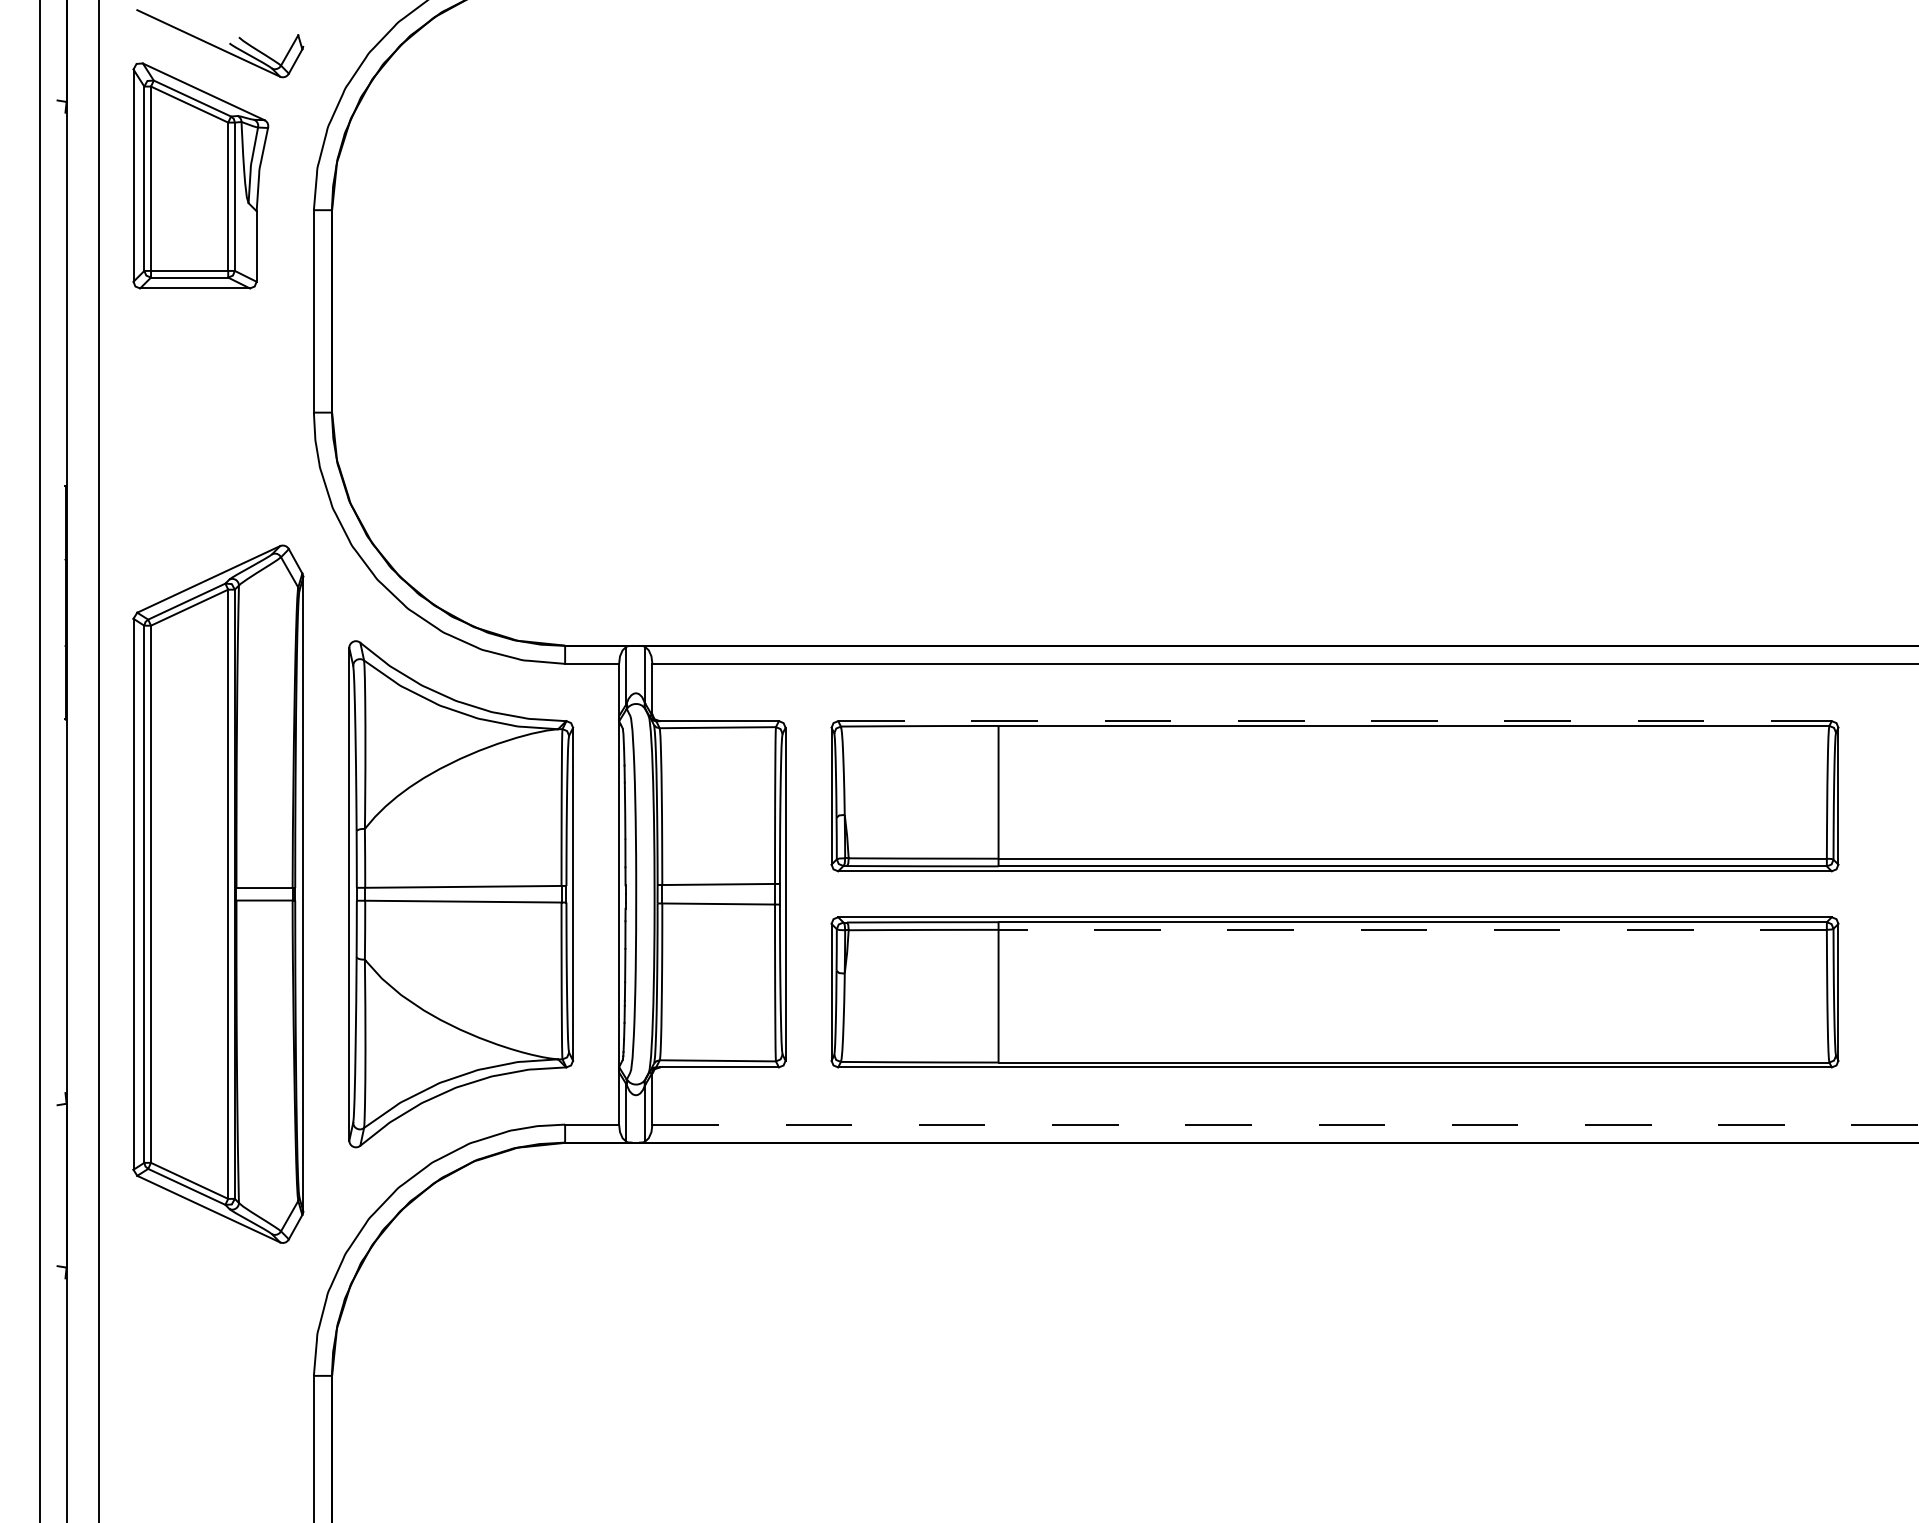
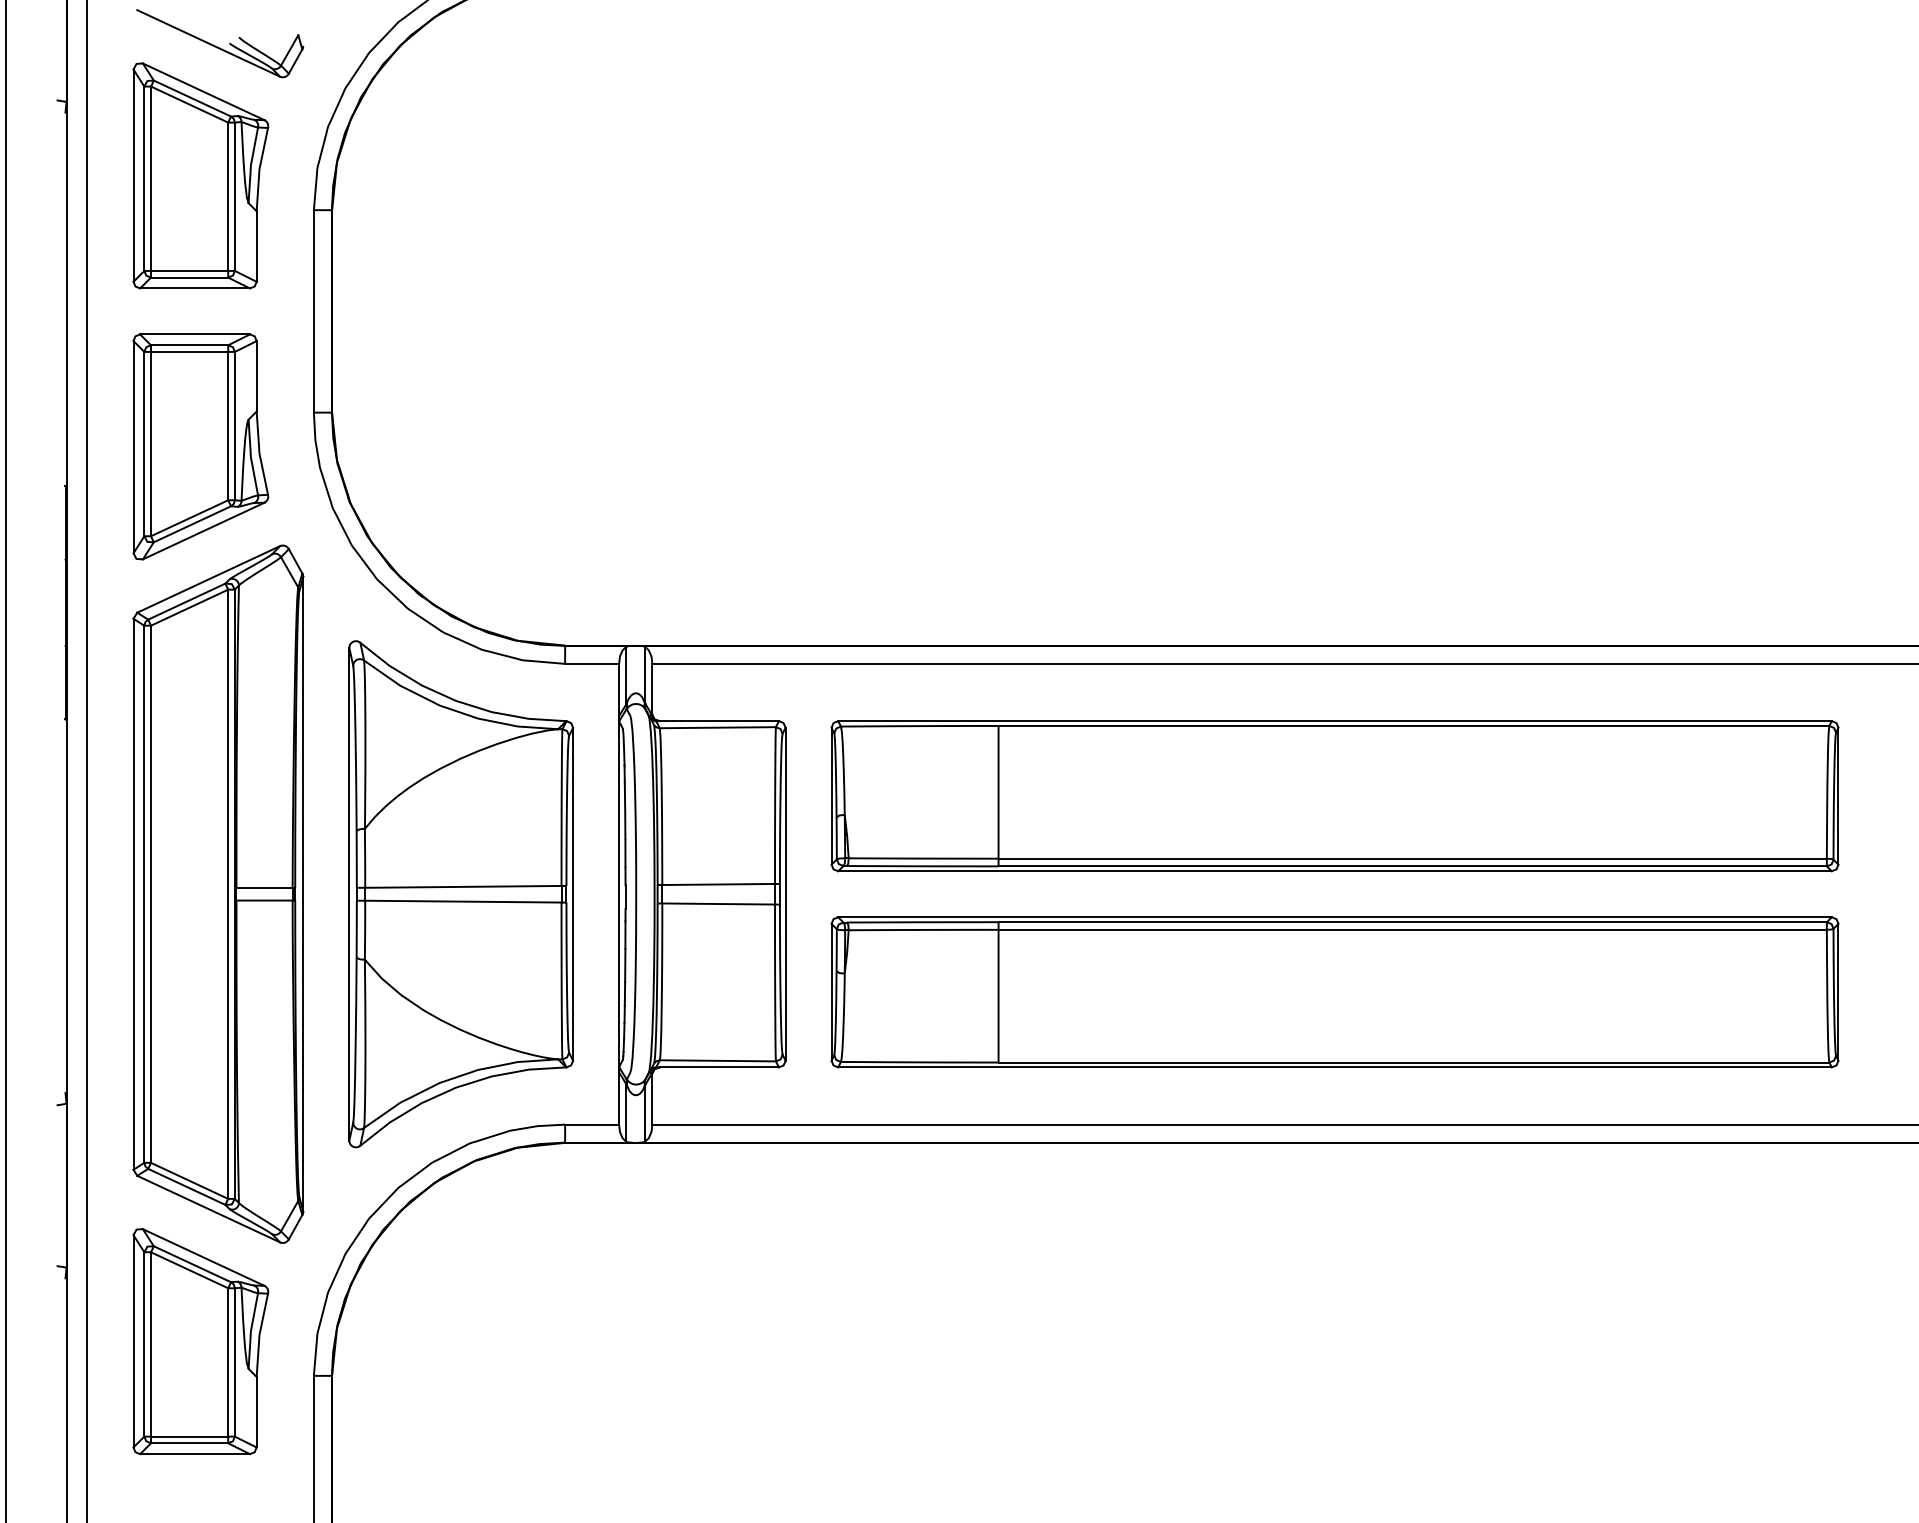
part at (200, 446): none -> present
line at (1335, 721): dashed -> solid
line at (39, 760) position: (39, 760) -> (5, 760)
line at (98, 760) position: (98, 760) -> (86, 760)
line at (1412, 929): dashed -> solid
line at (1285, 1124): dashed -> solid
part at (200, 1341): none -> present
